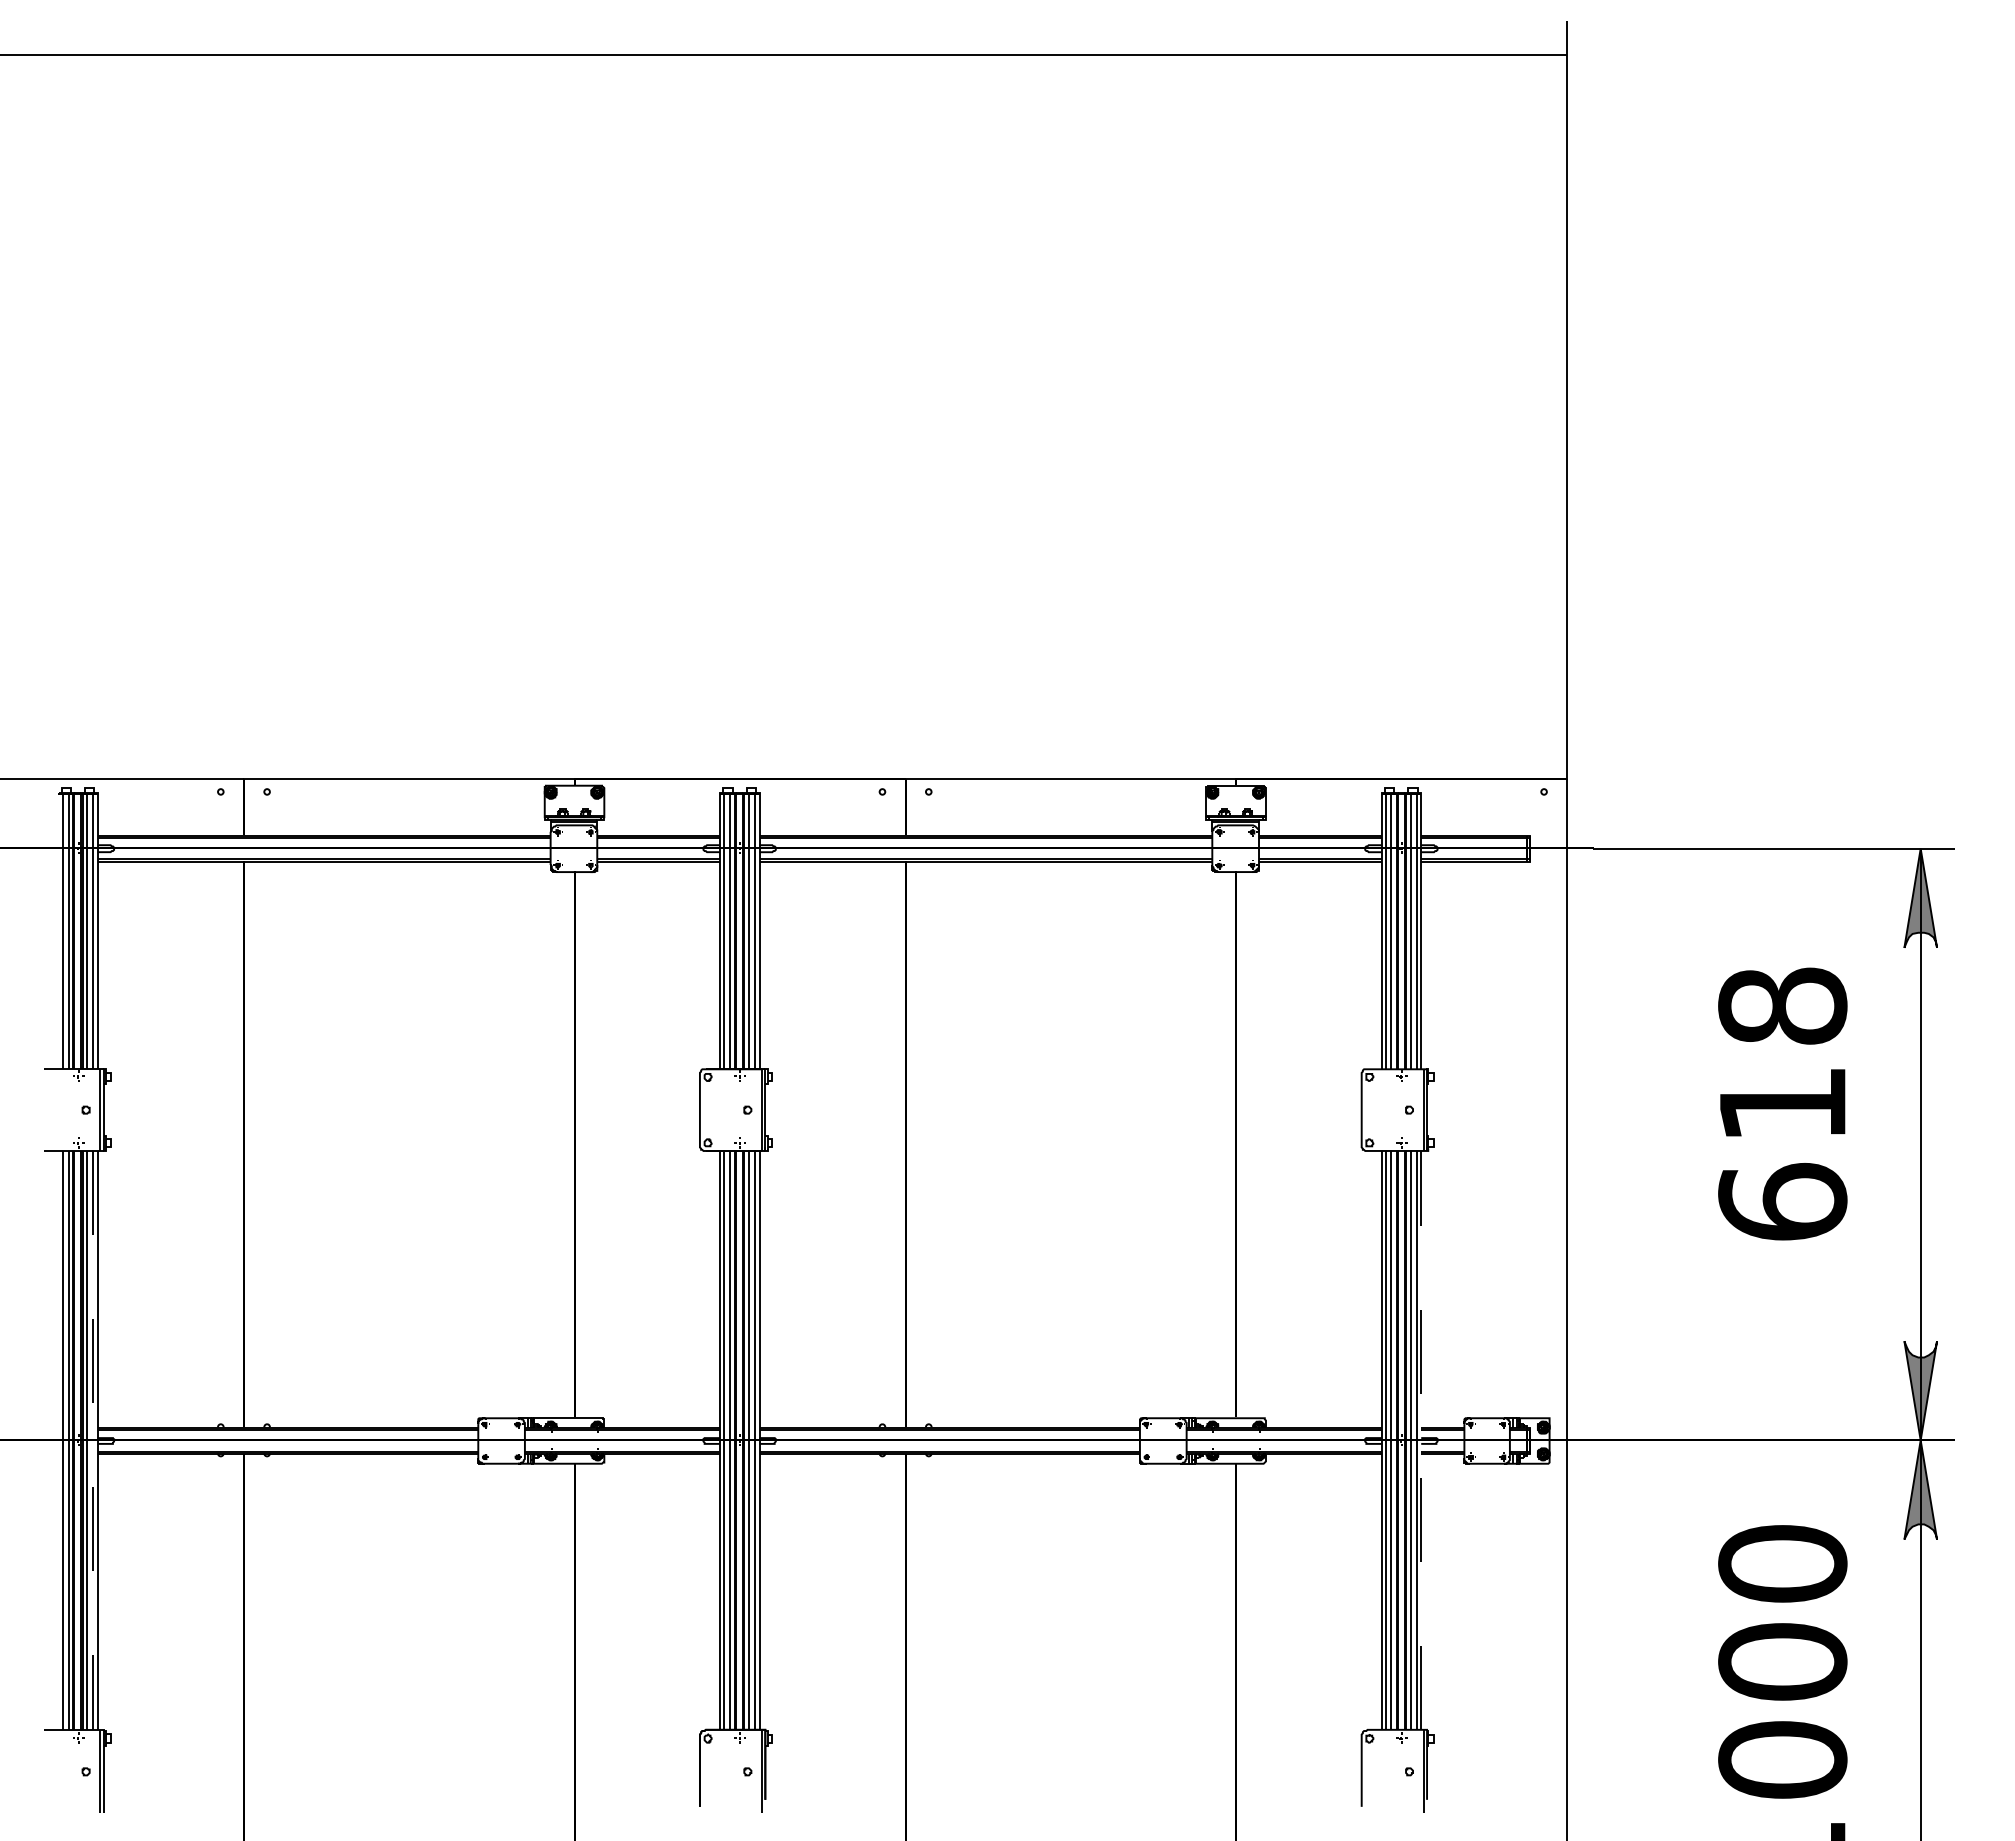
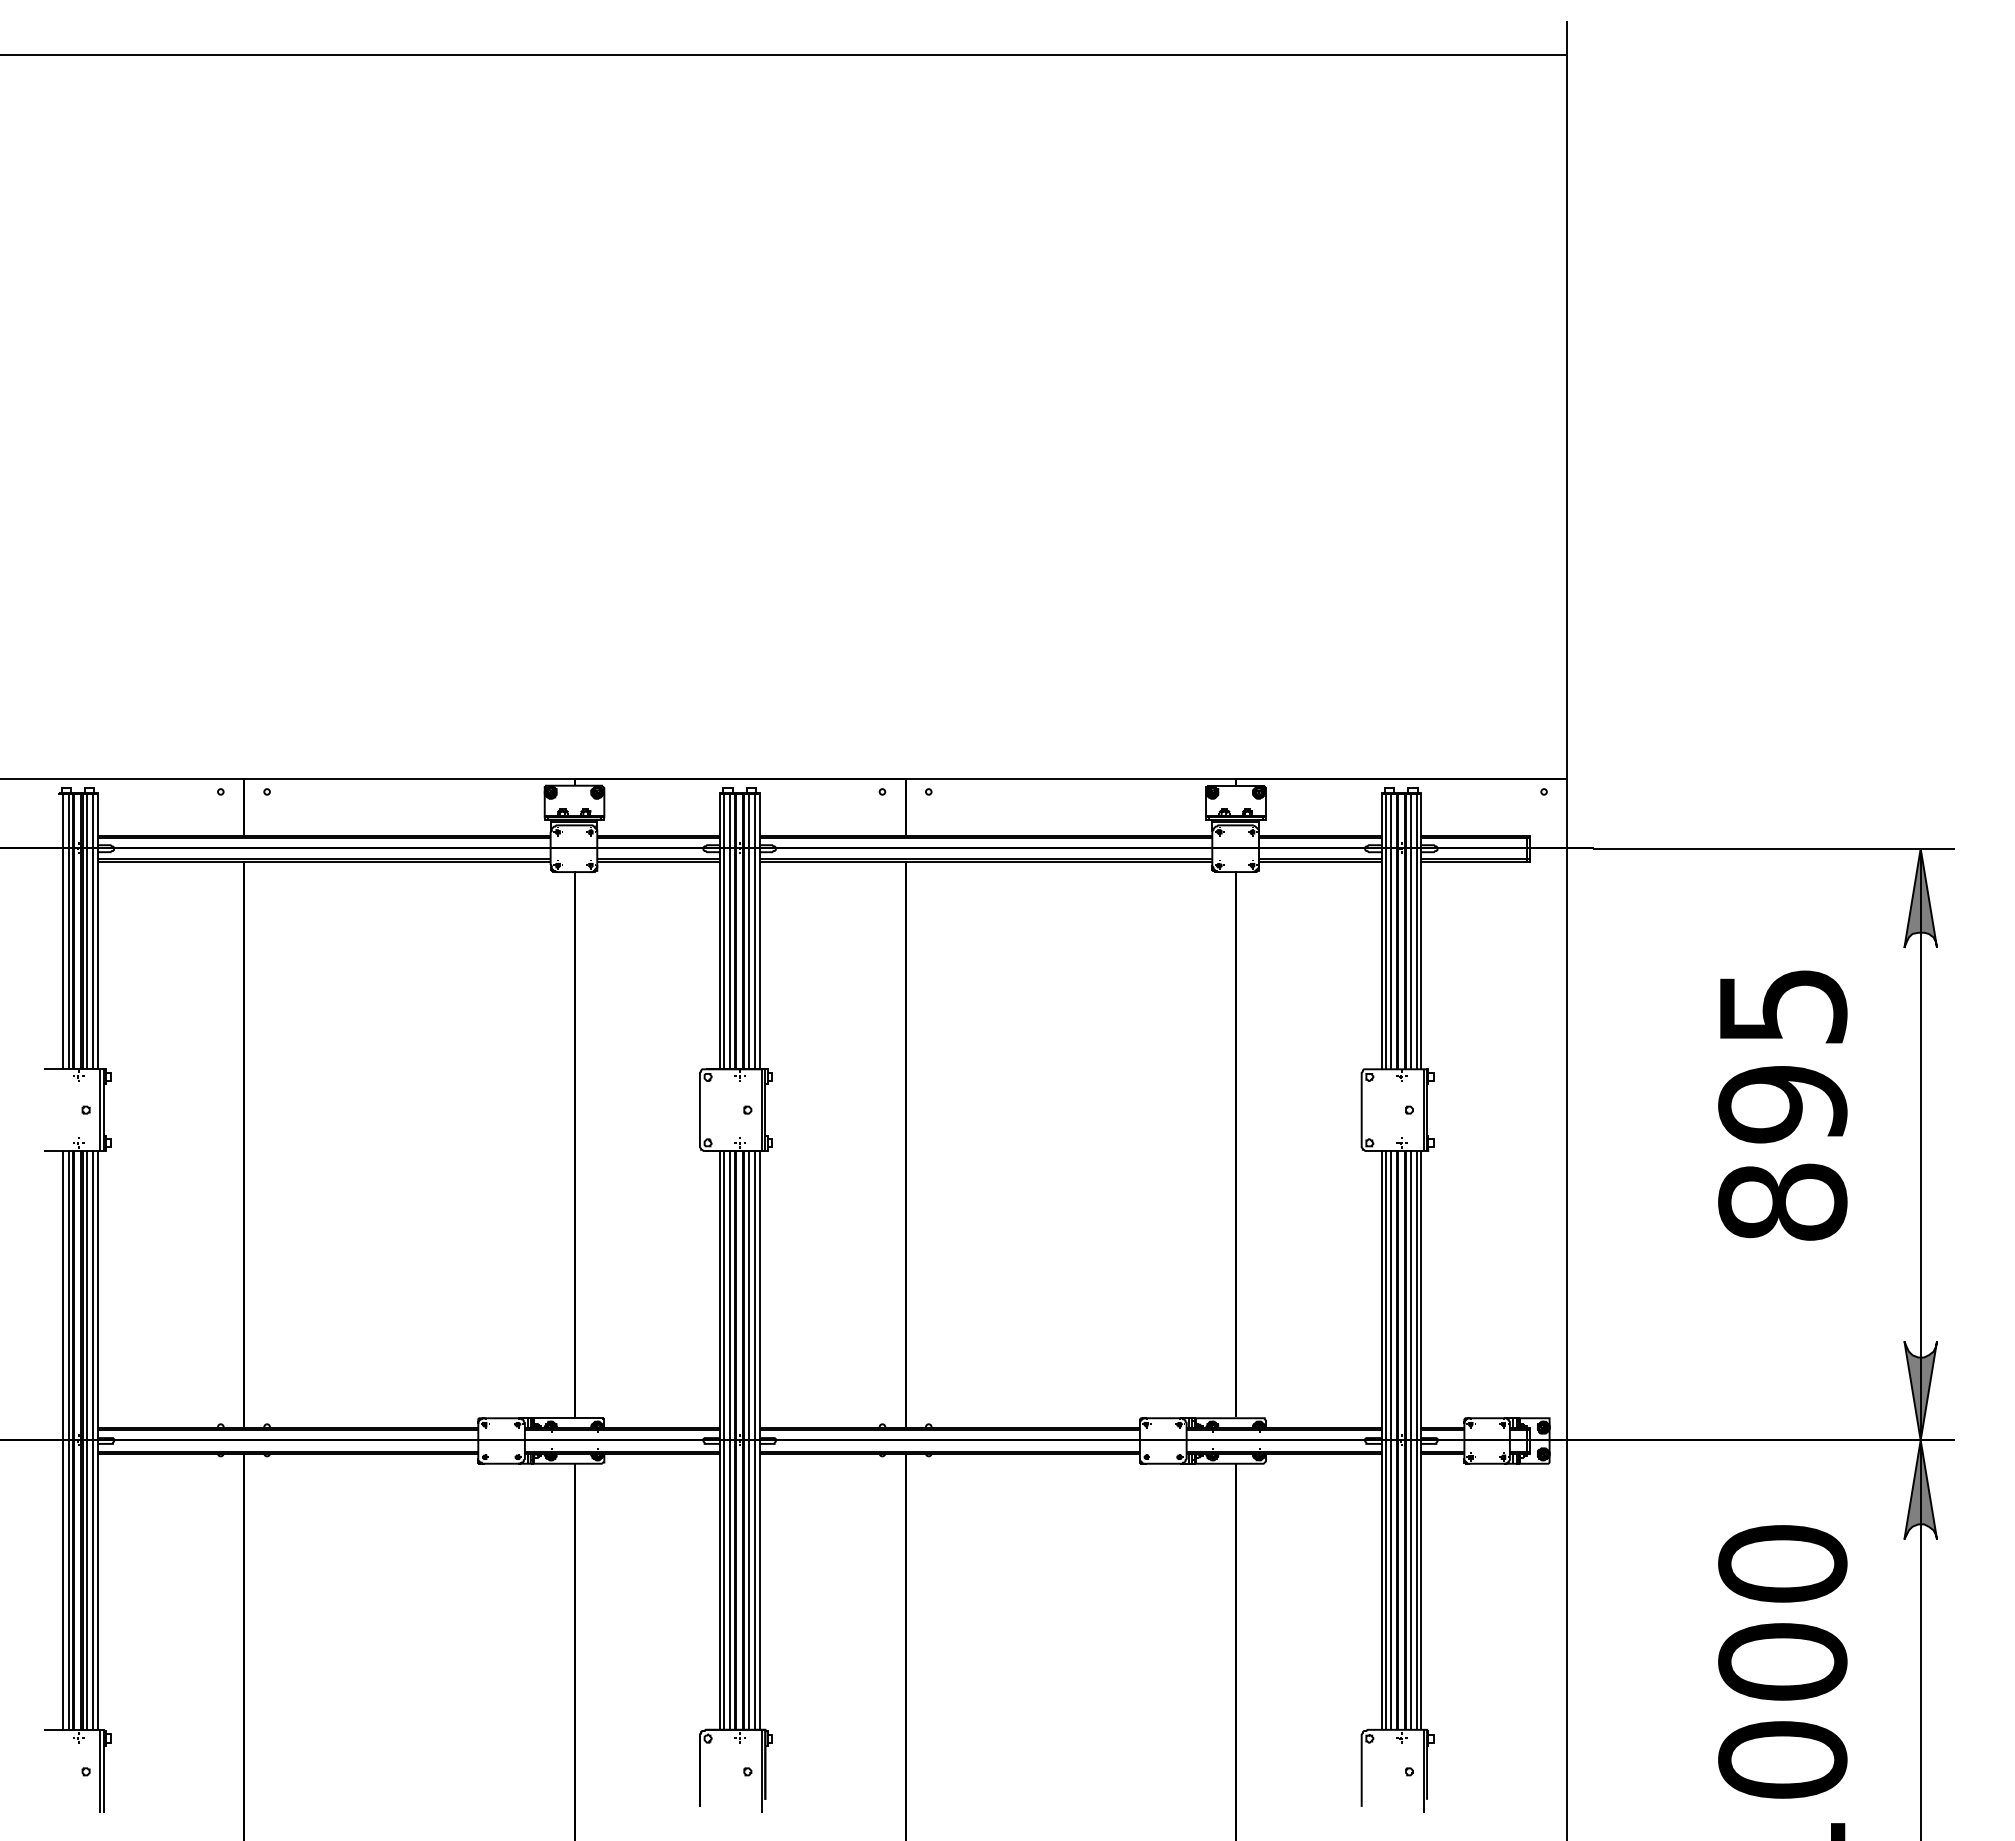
text at (1782, 1103): 618 -> 895
line at (1421, 1439): dashed -> solid
line at (93, 1440): dashed -> solid
